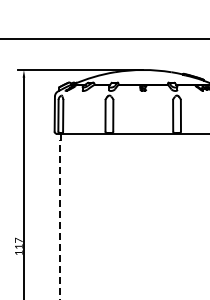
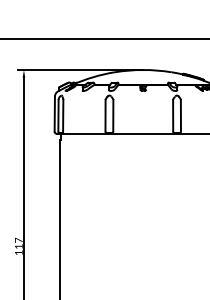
line at (59, 219): dashed -> solid
